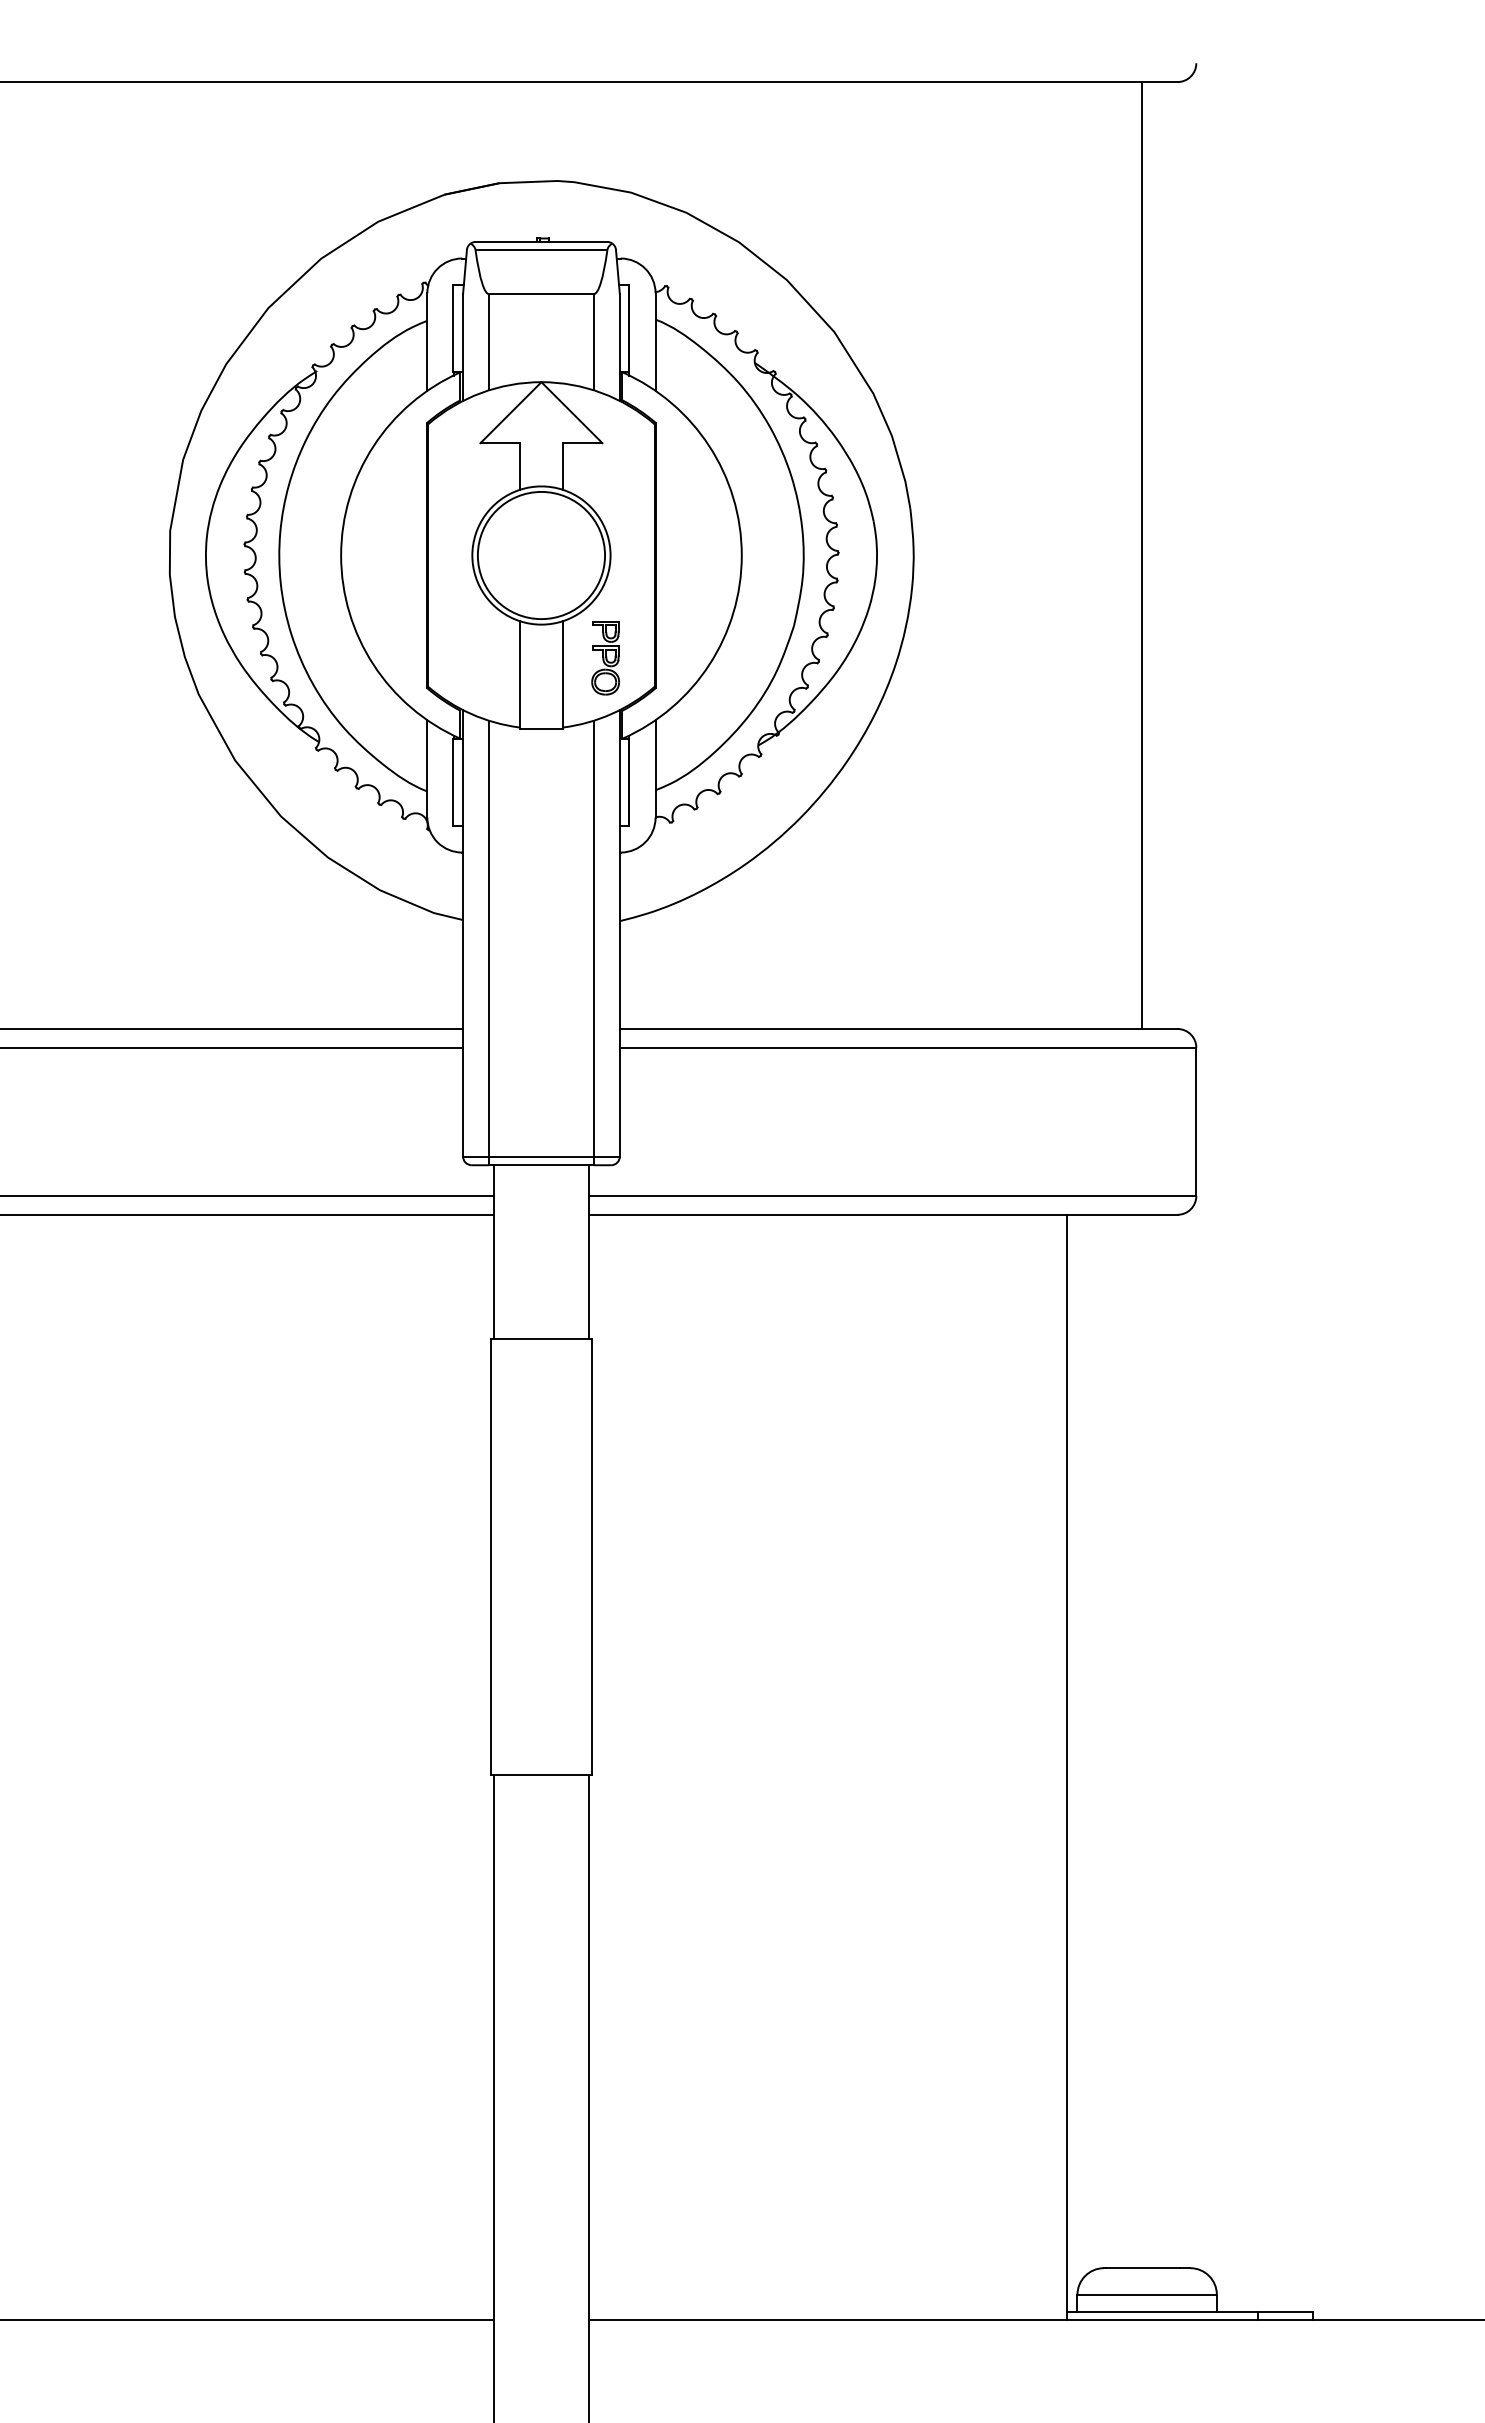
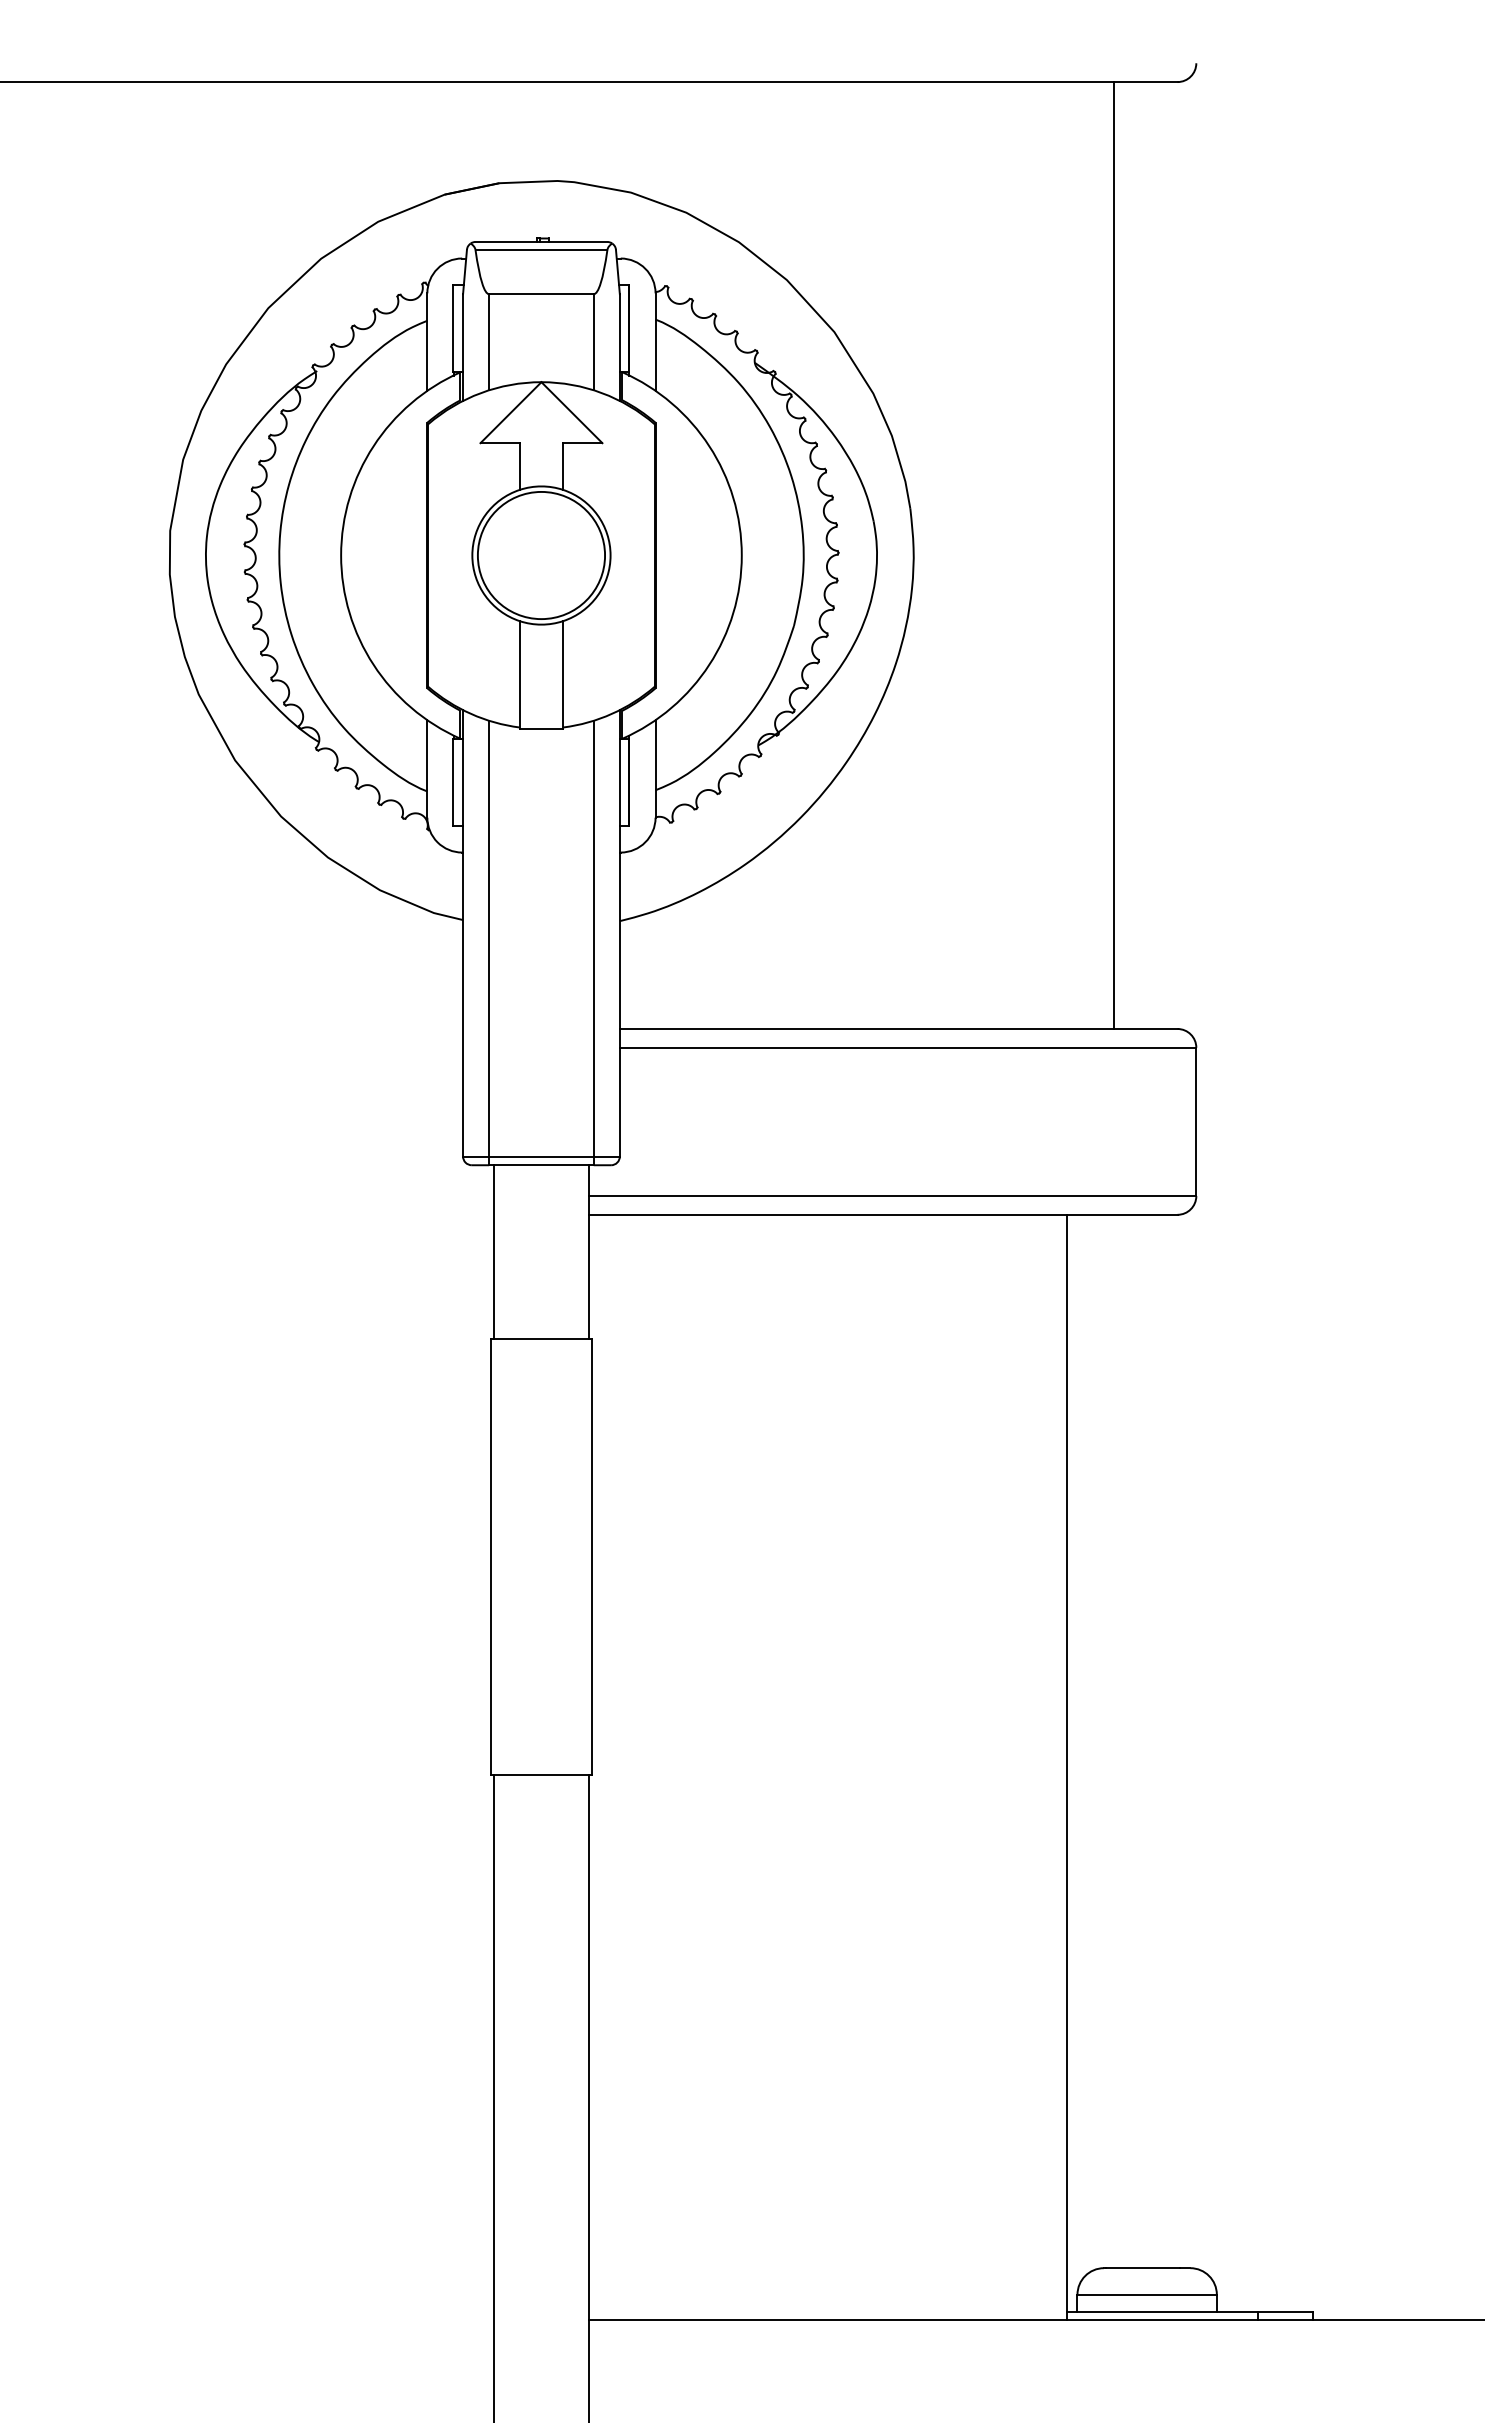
line at (1142, 555) position: (1142, 555) -> (1114, 555)
part at (605, 658): present -> none
line at (232, 1028): present -> none
line at (232, 1047): present -> none
line at (248, 1196): present -> none
line at (248, 1214): present -> none
line at (248, 2320): present -> none
